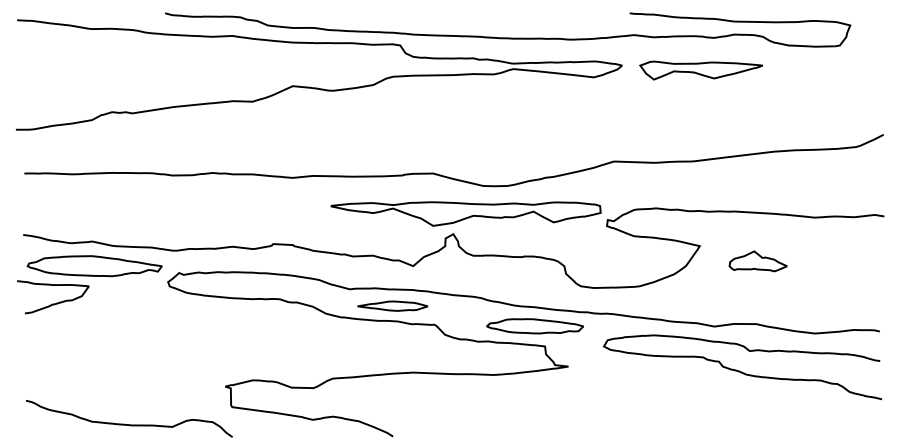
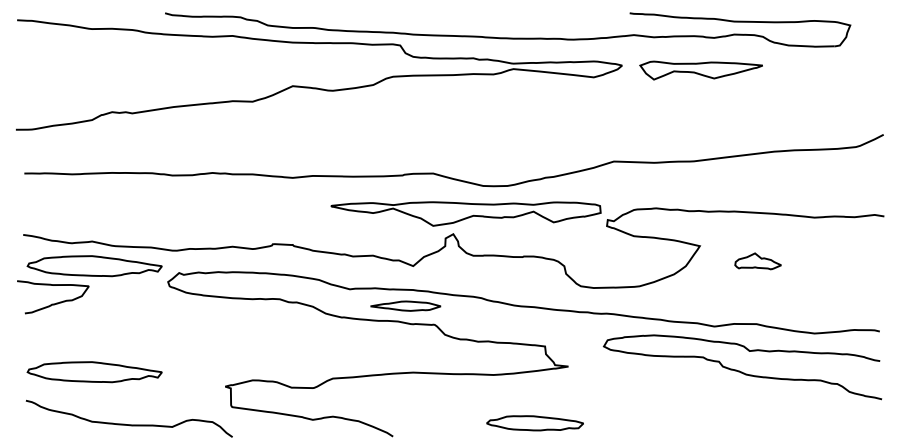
part at (757, 261) size: 60x23 px -> 48x19 px
part at (392, 305) position: (392, 305) -> (405, 305)
part at (534, 326) position: (534, 326) -> (534, 423)
part at (94, 372): none -> present
